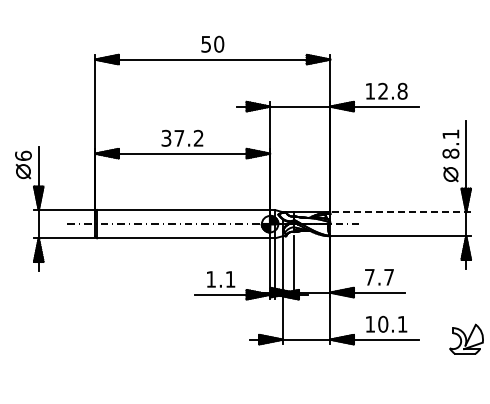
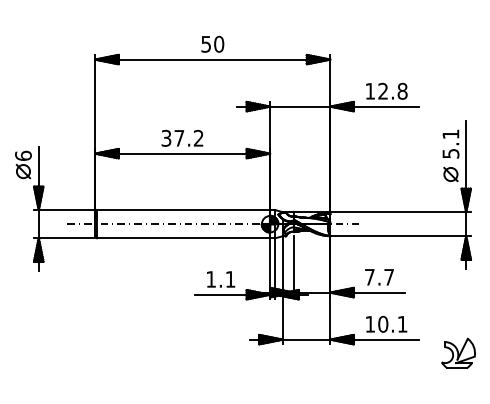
text at (450, 153): 8.1 -> 5.1
line at (400, 212): dashed -> solid
part at (466, 338) position: (466, 338) -> (458, 352)
